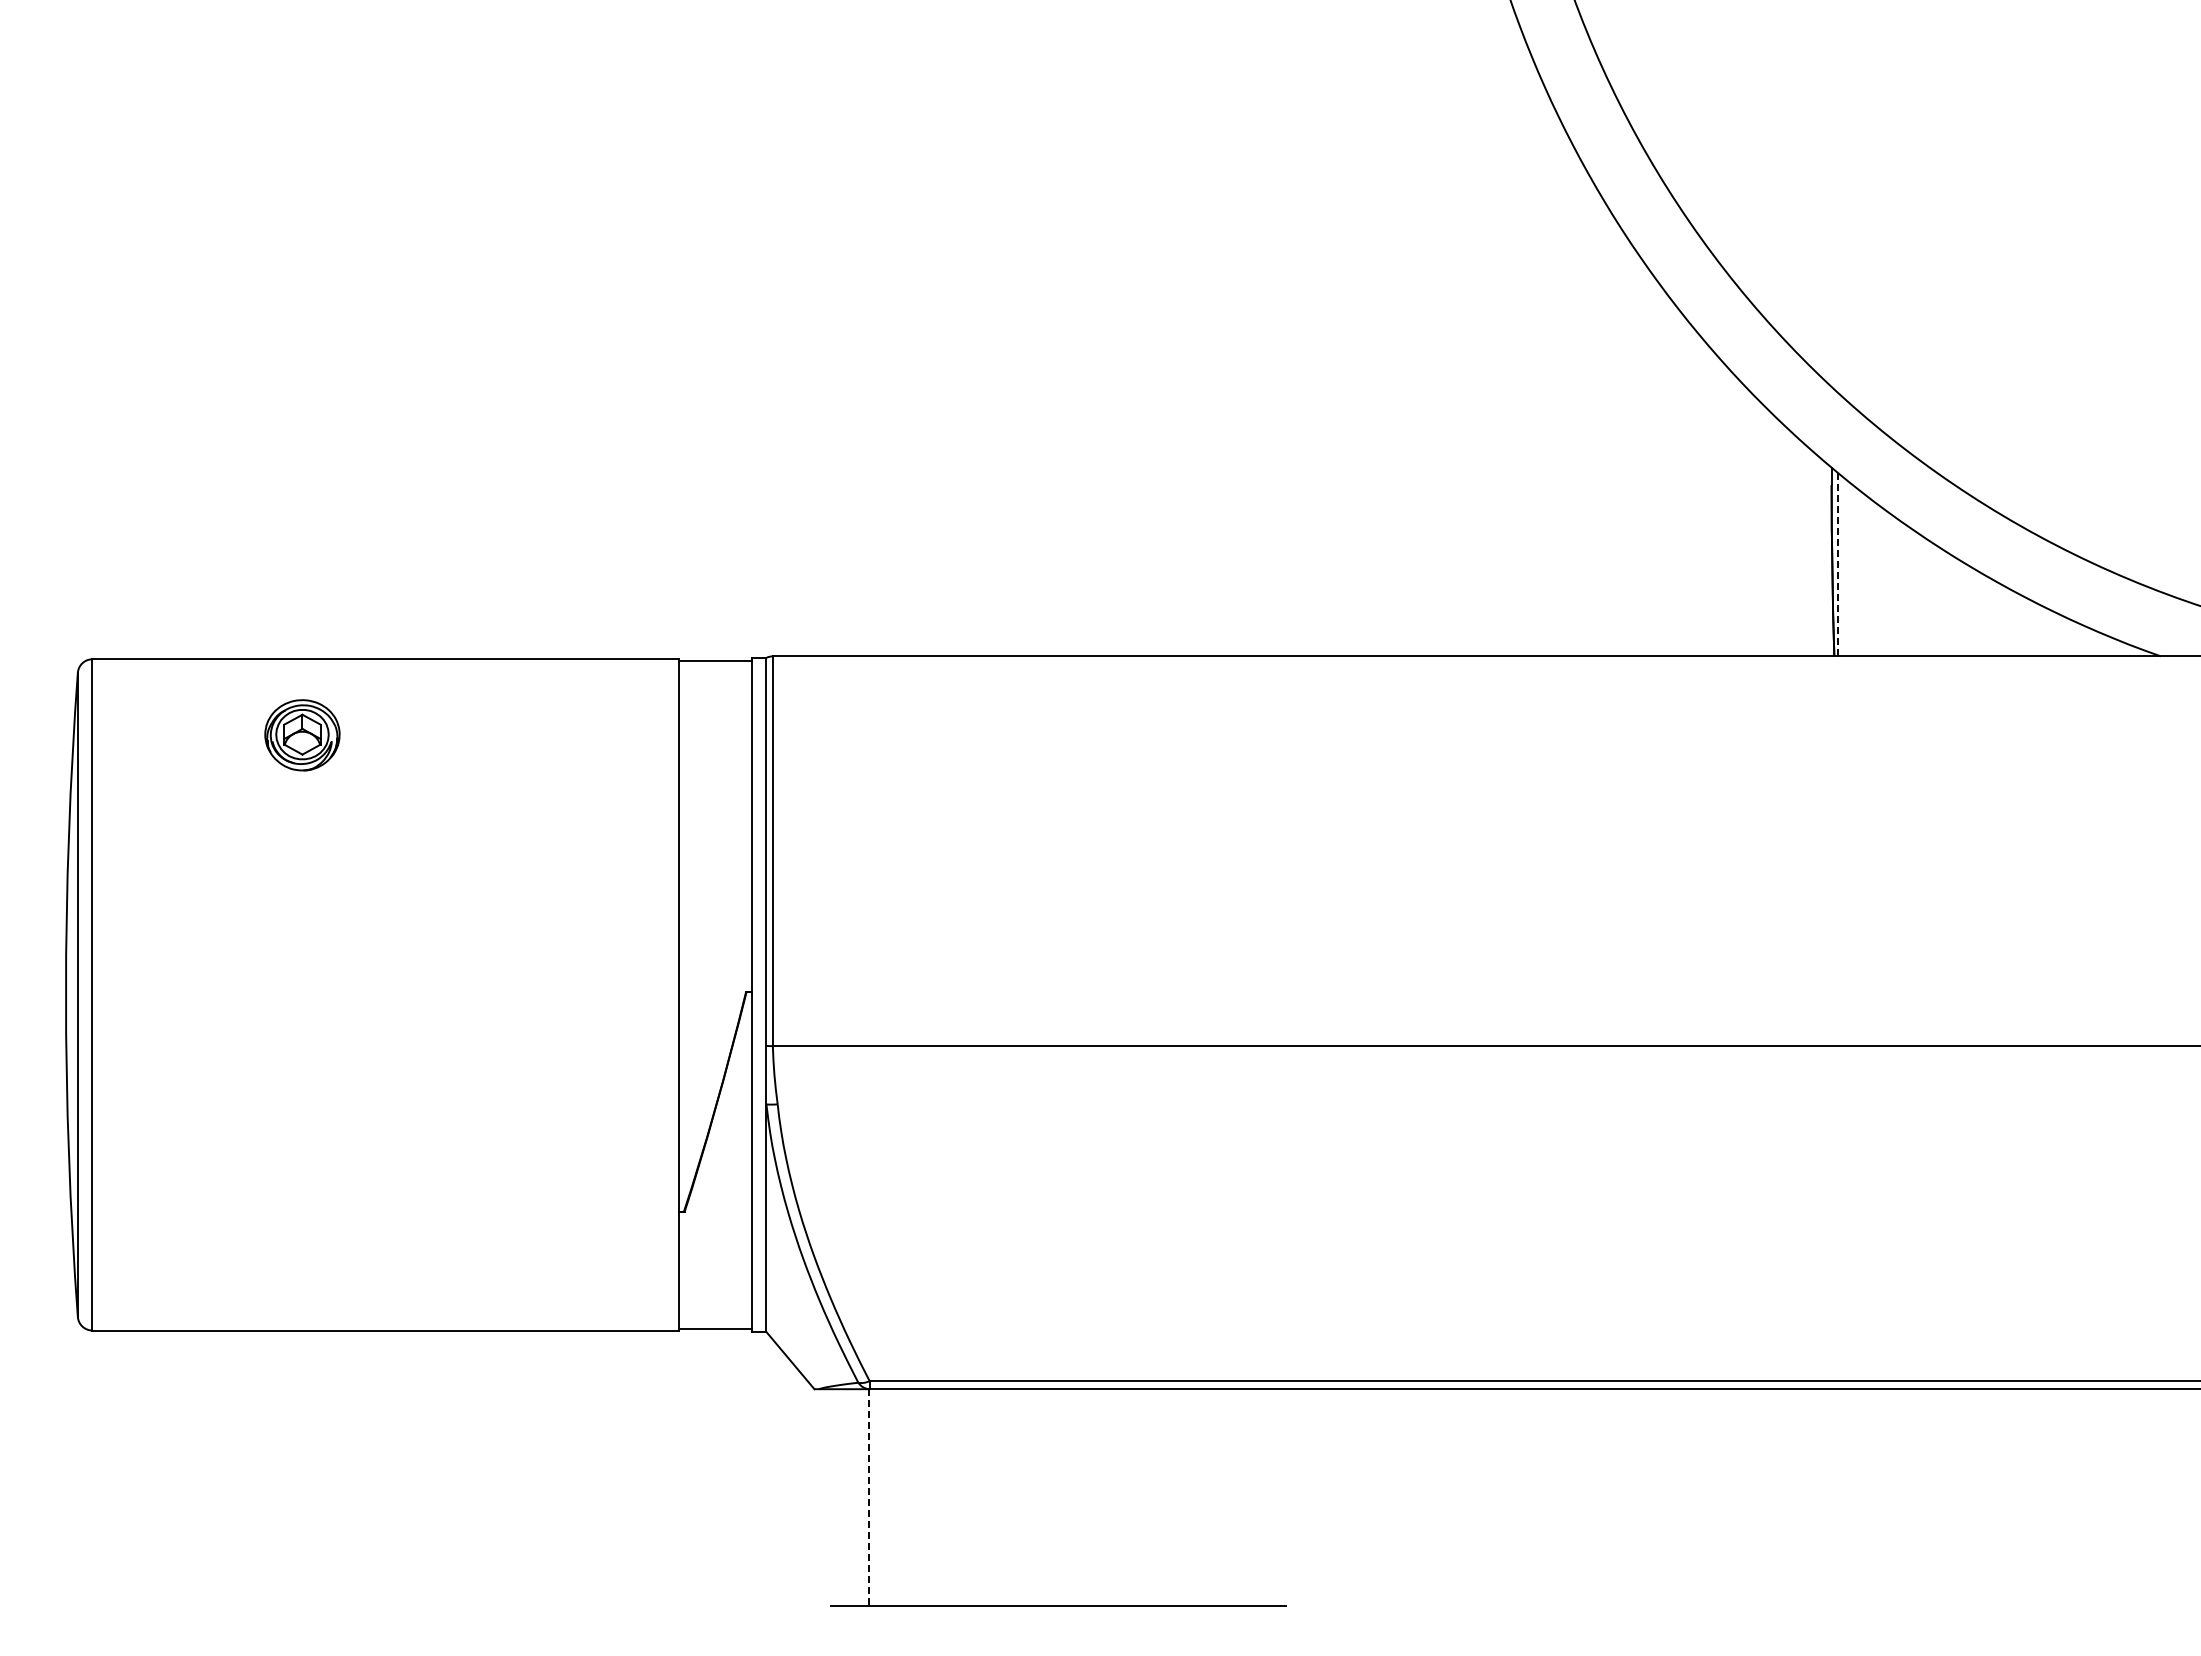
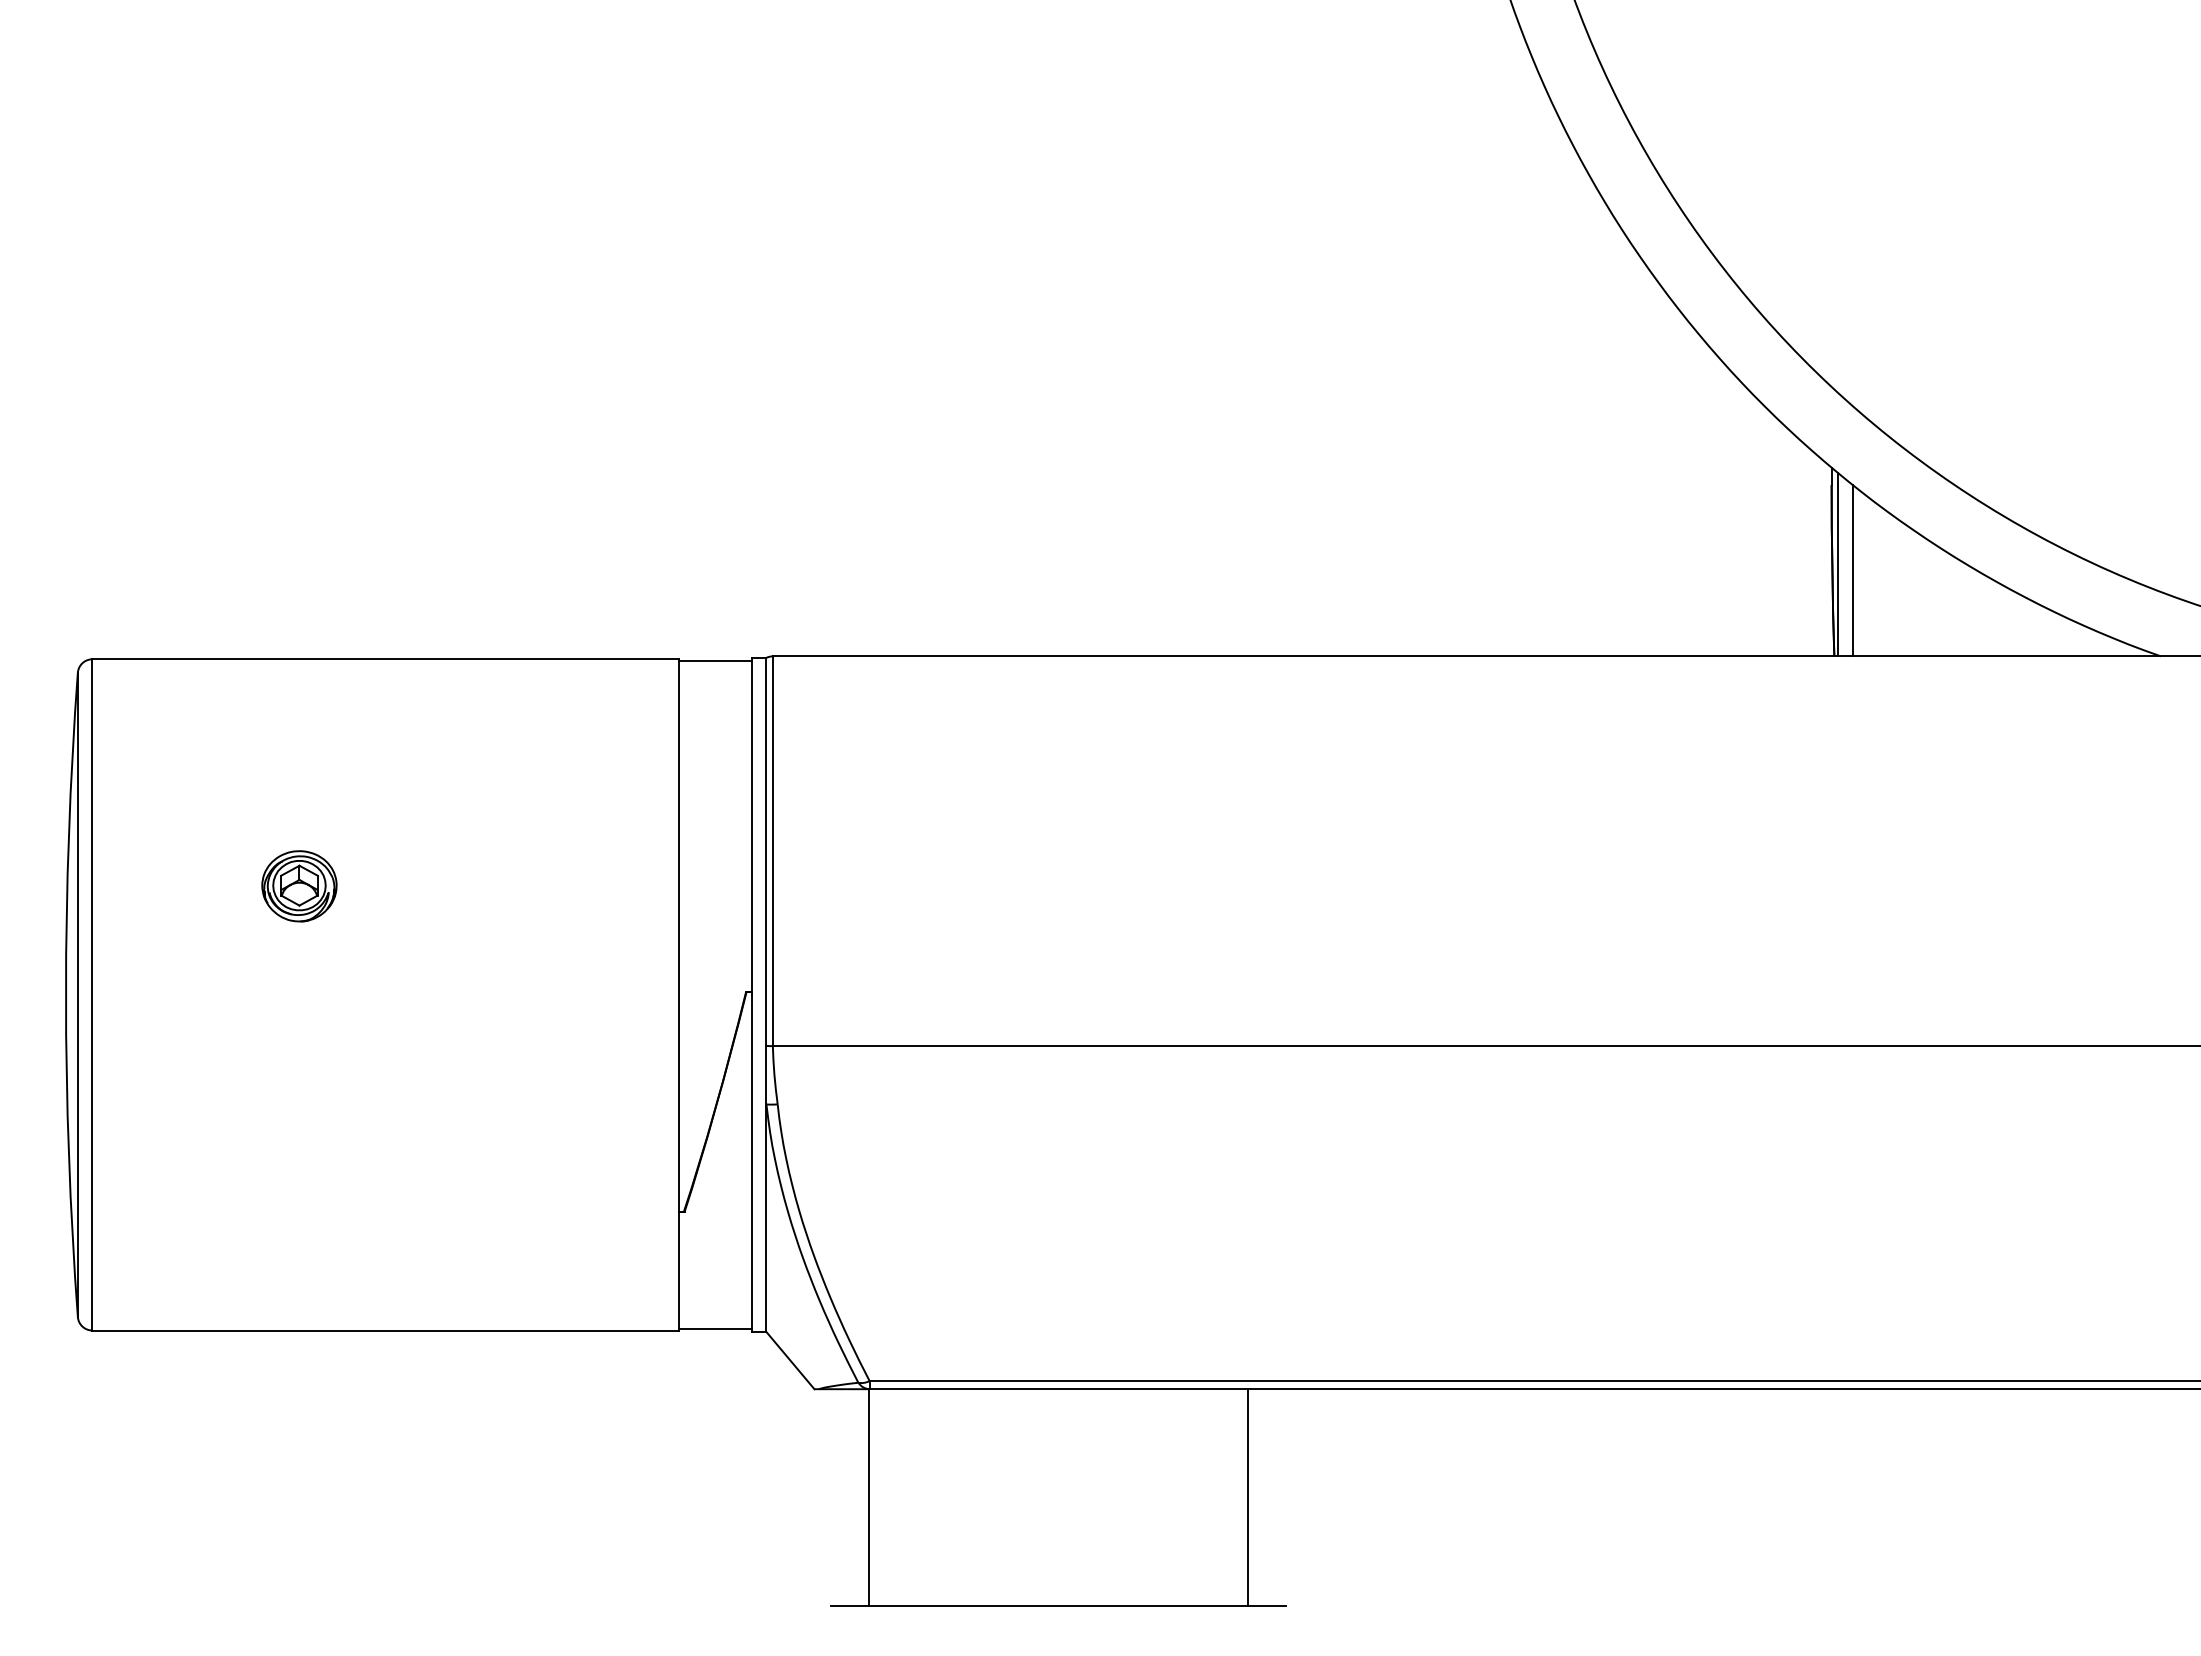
line at (1838, 564): dashed -> solid
line at (1852, 570): none -> present
part at (302, 735) position: (302, 735) -> (299, 886)
line at (868, 1497): dashed -> solid
line at (1247, 1497): none -> present
